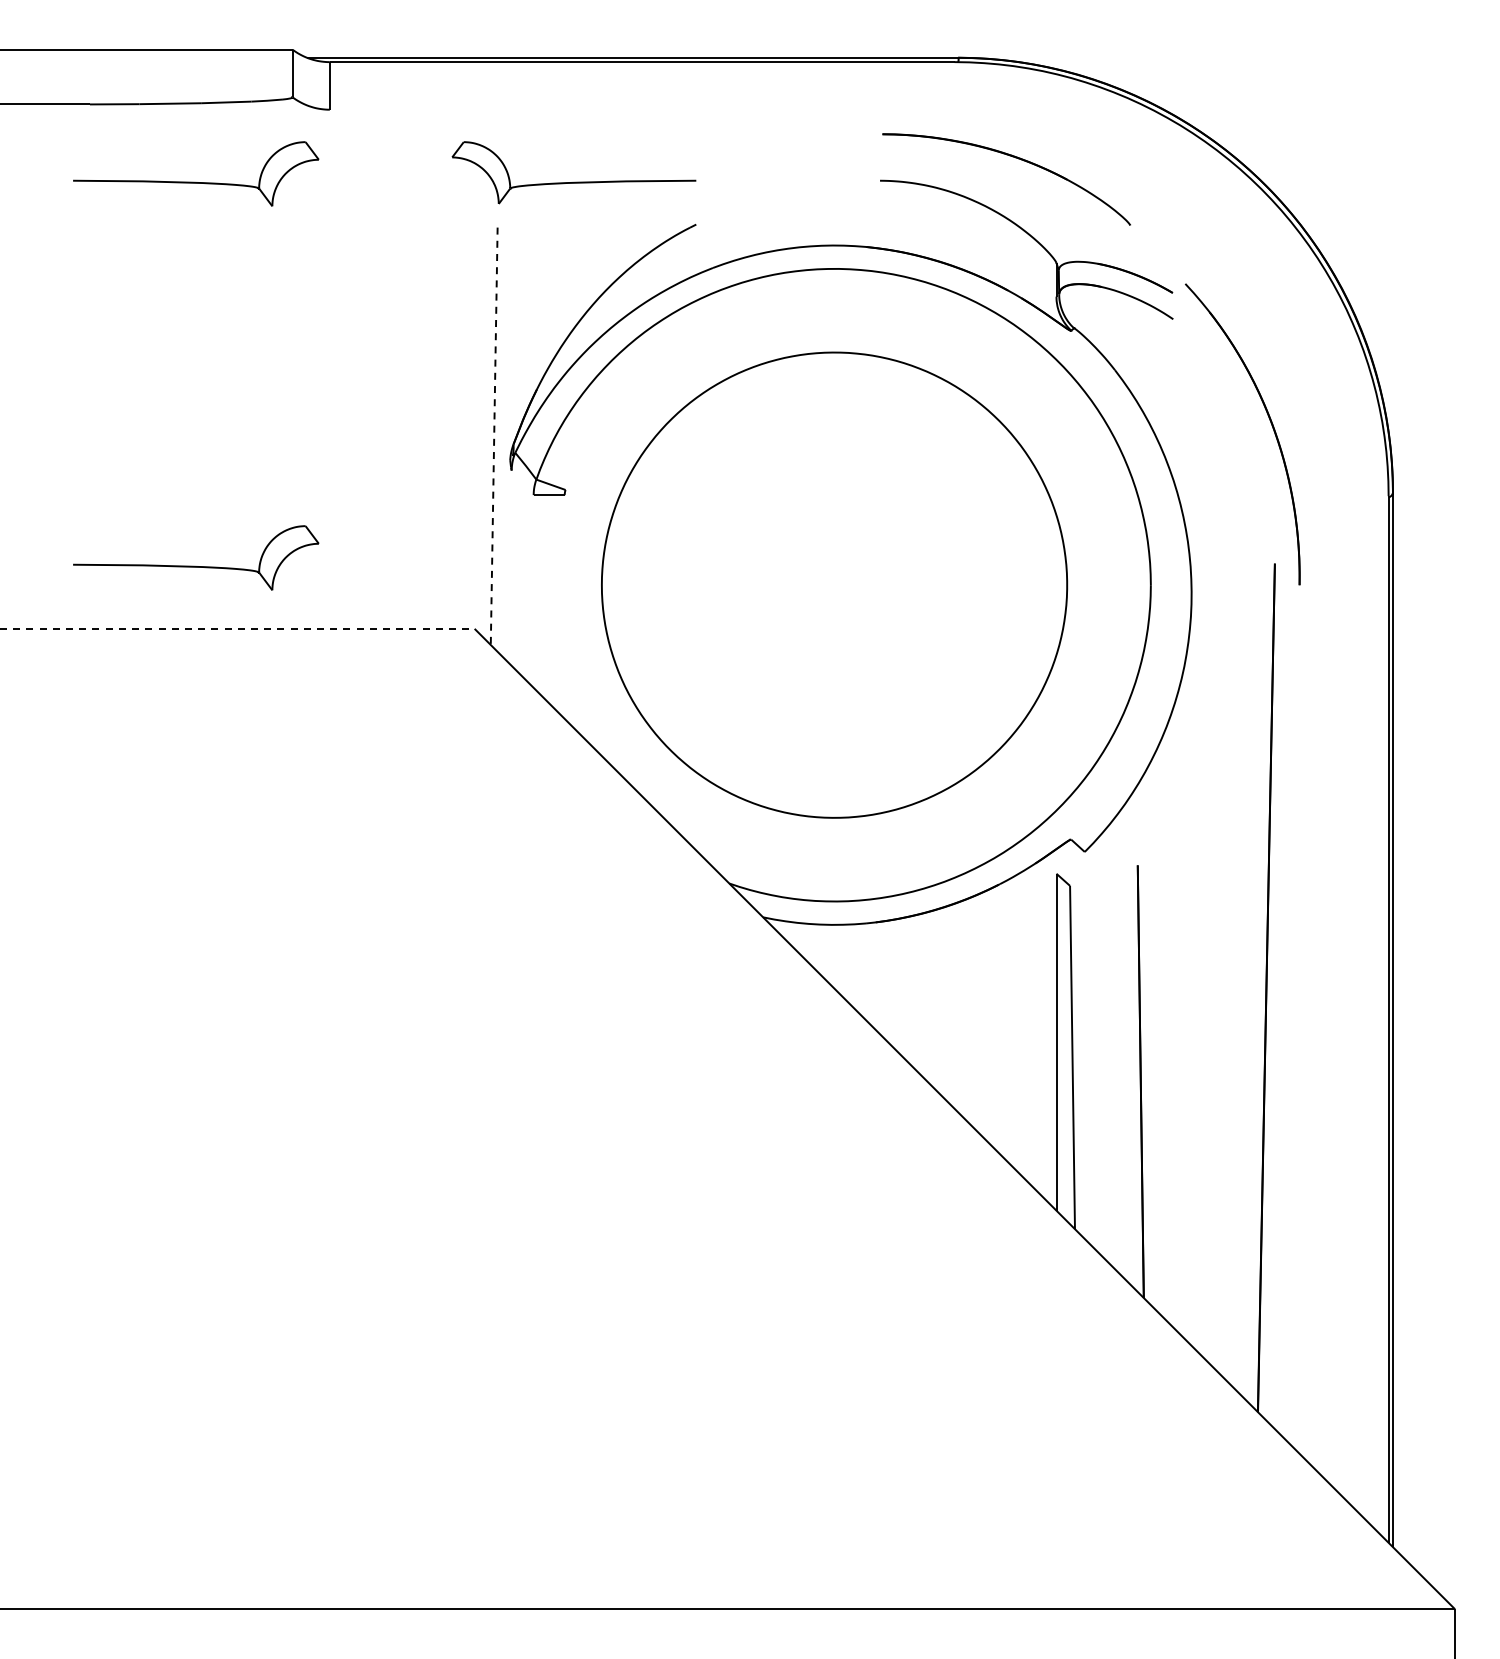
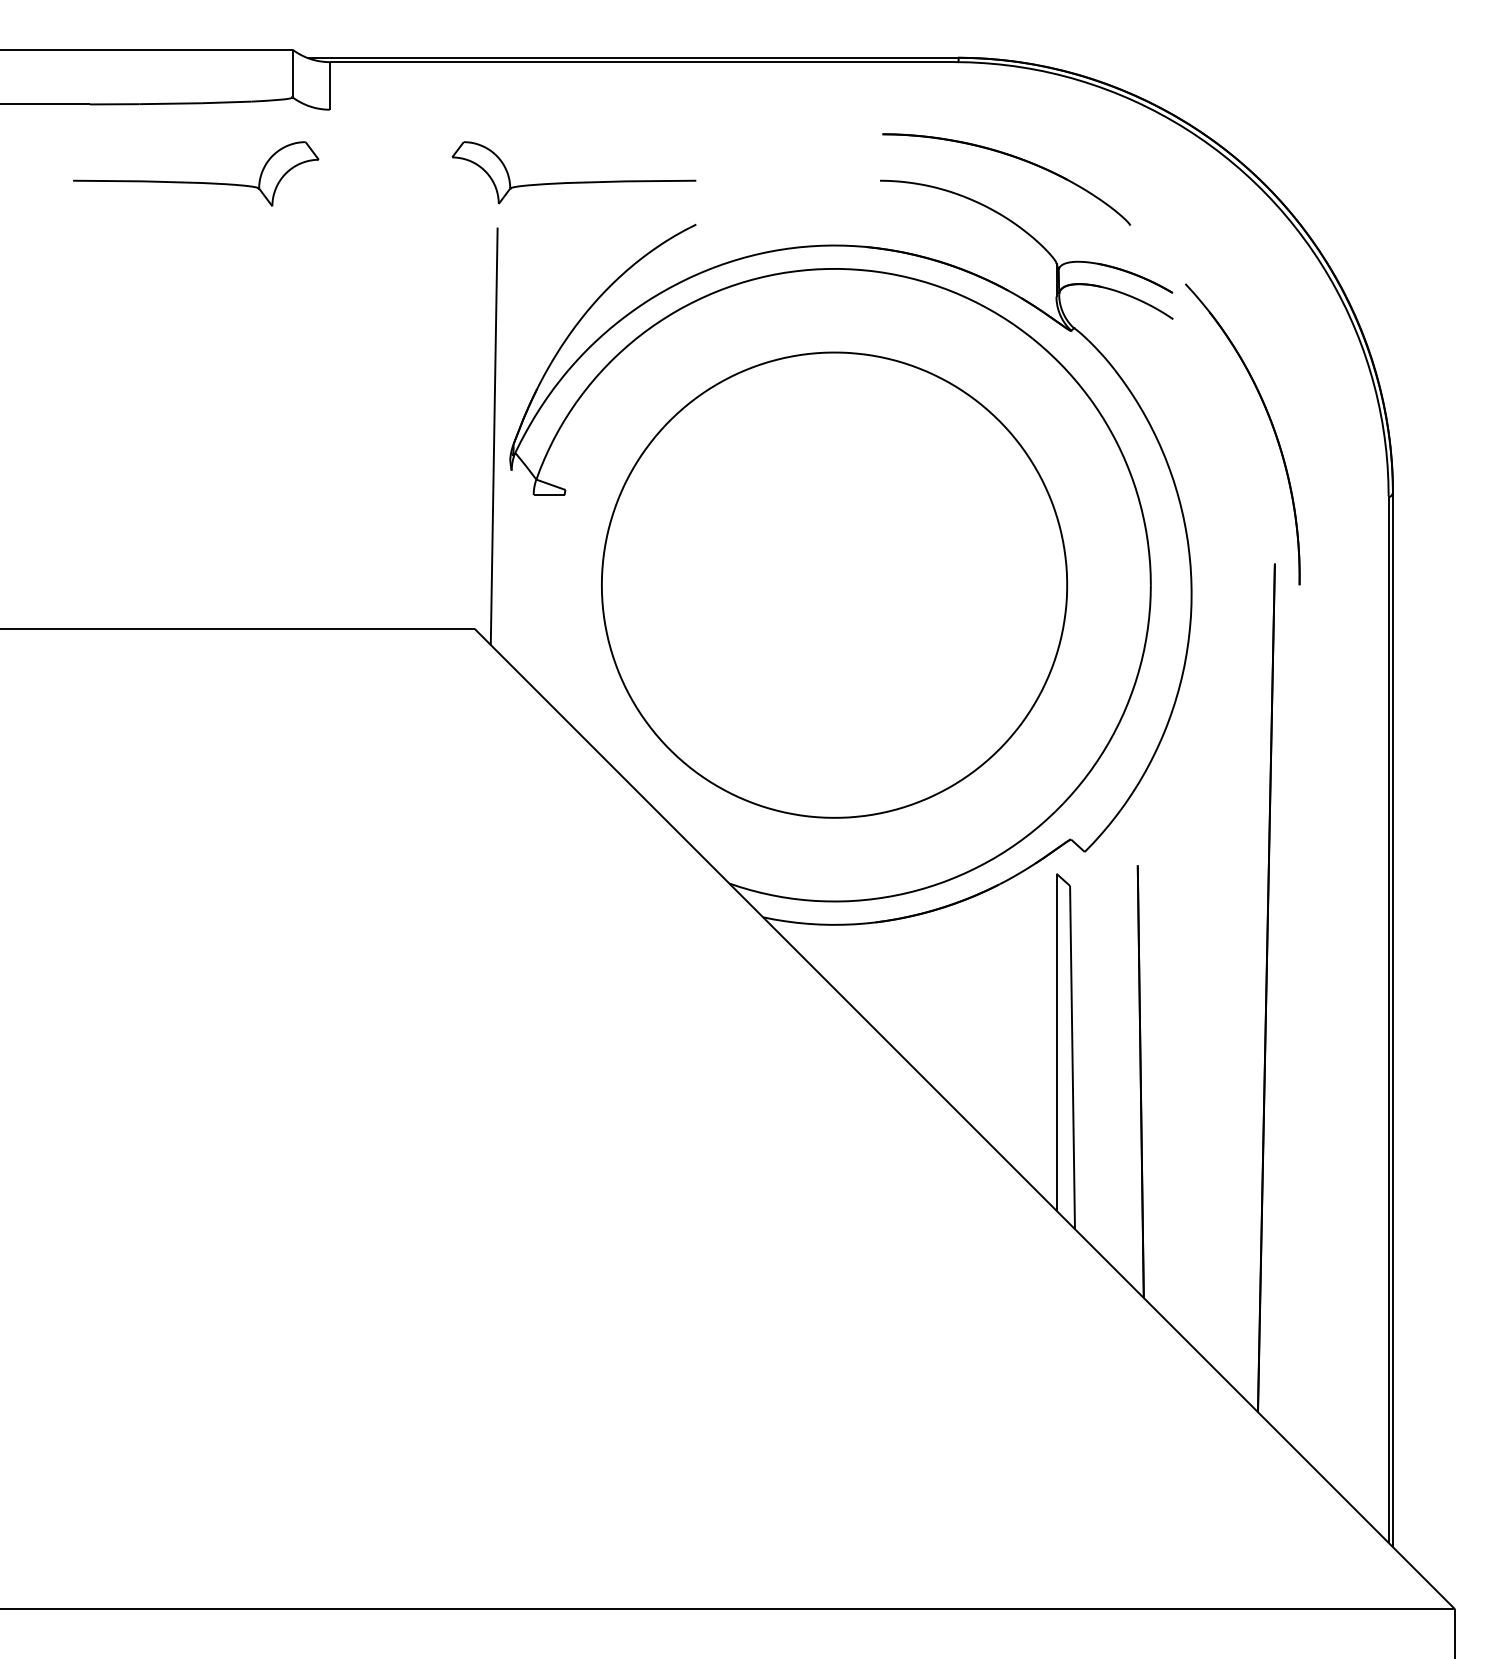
line at (494, 436): dashed -> solid
part at (195, 565): present -> none
line at (238, 628): dashed -> solid
